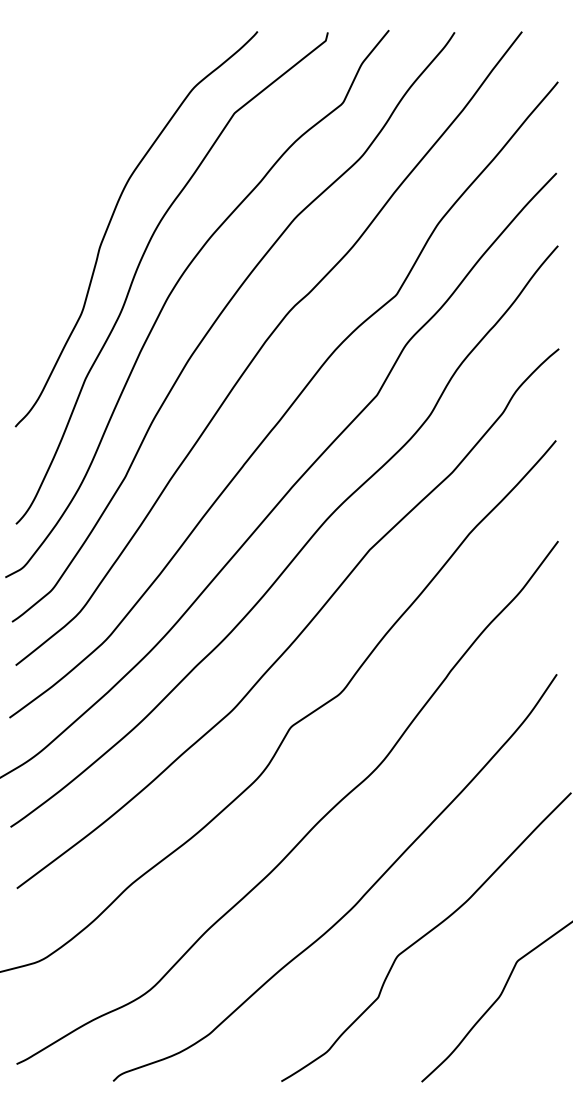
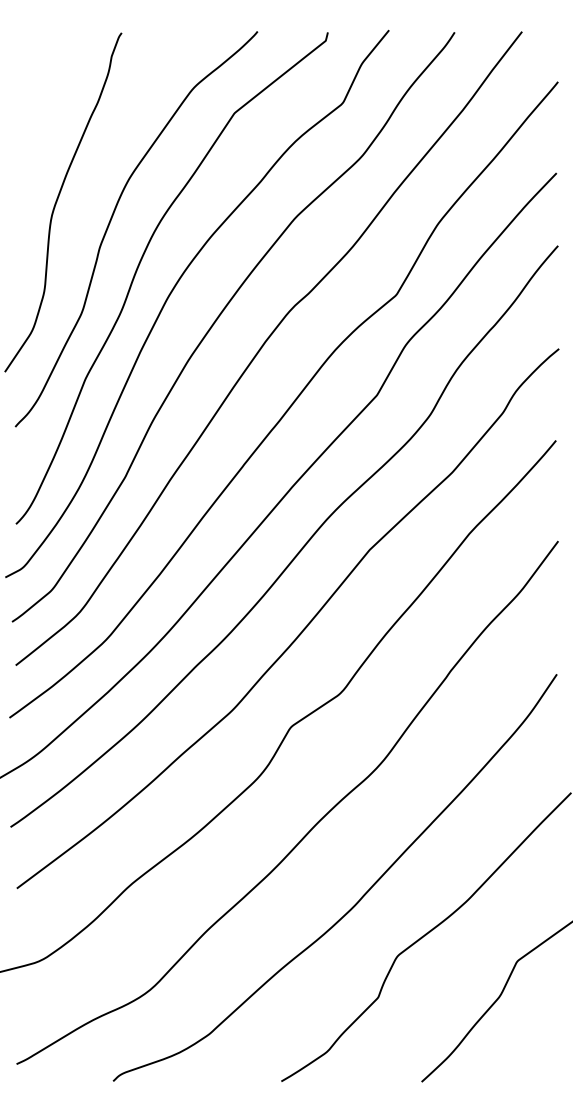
curve at (58, 199): none -> present
